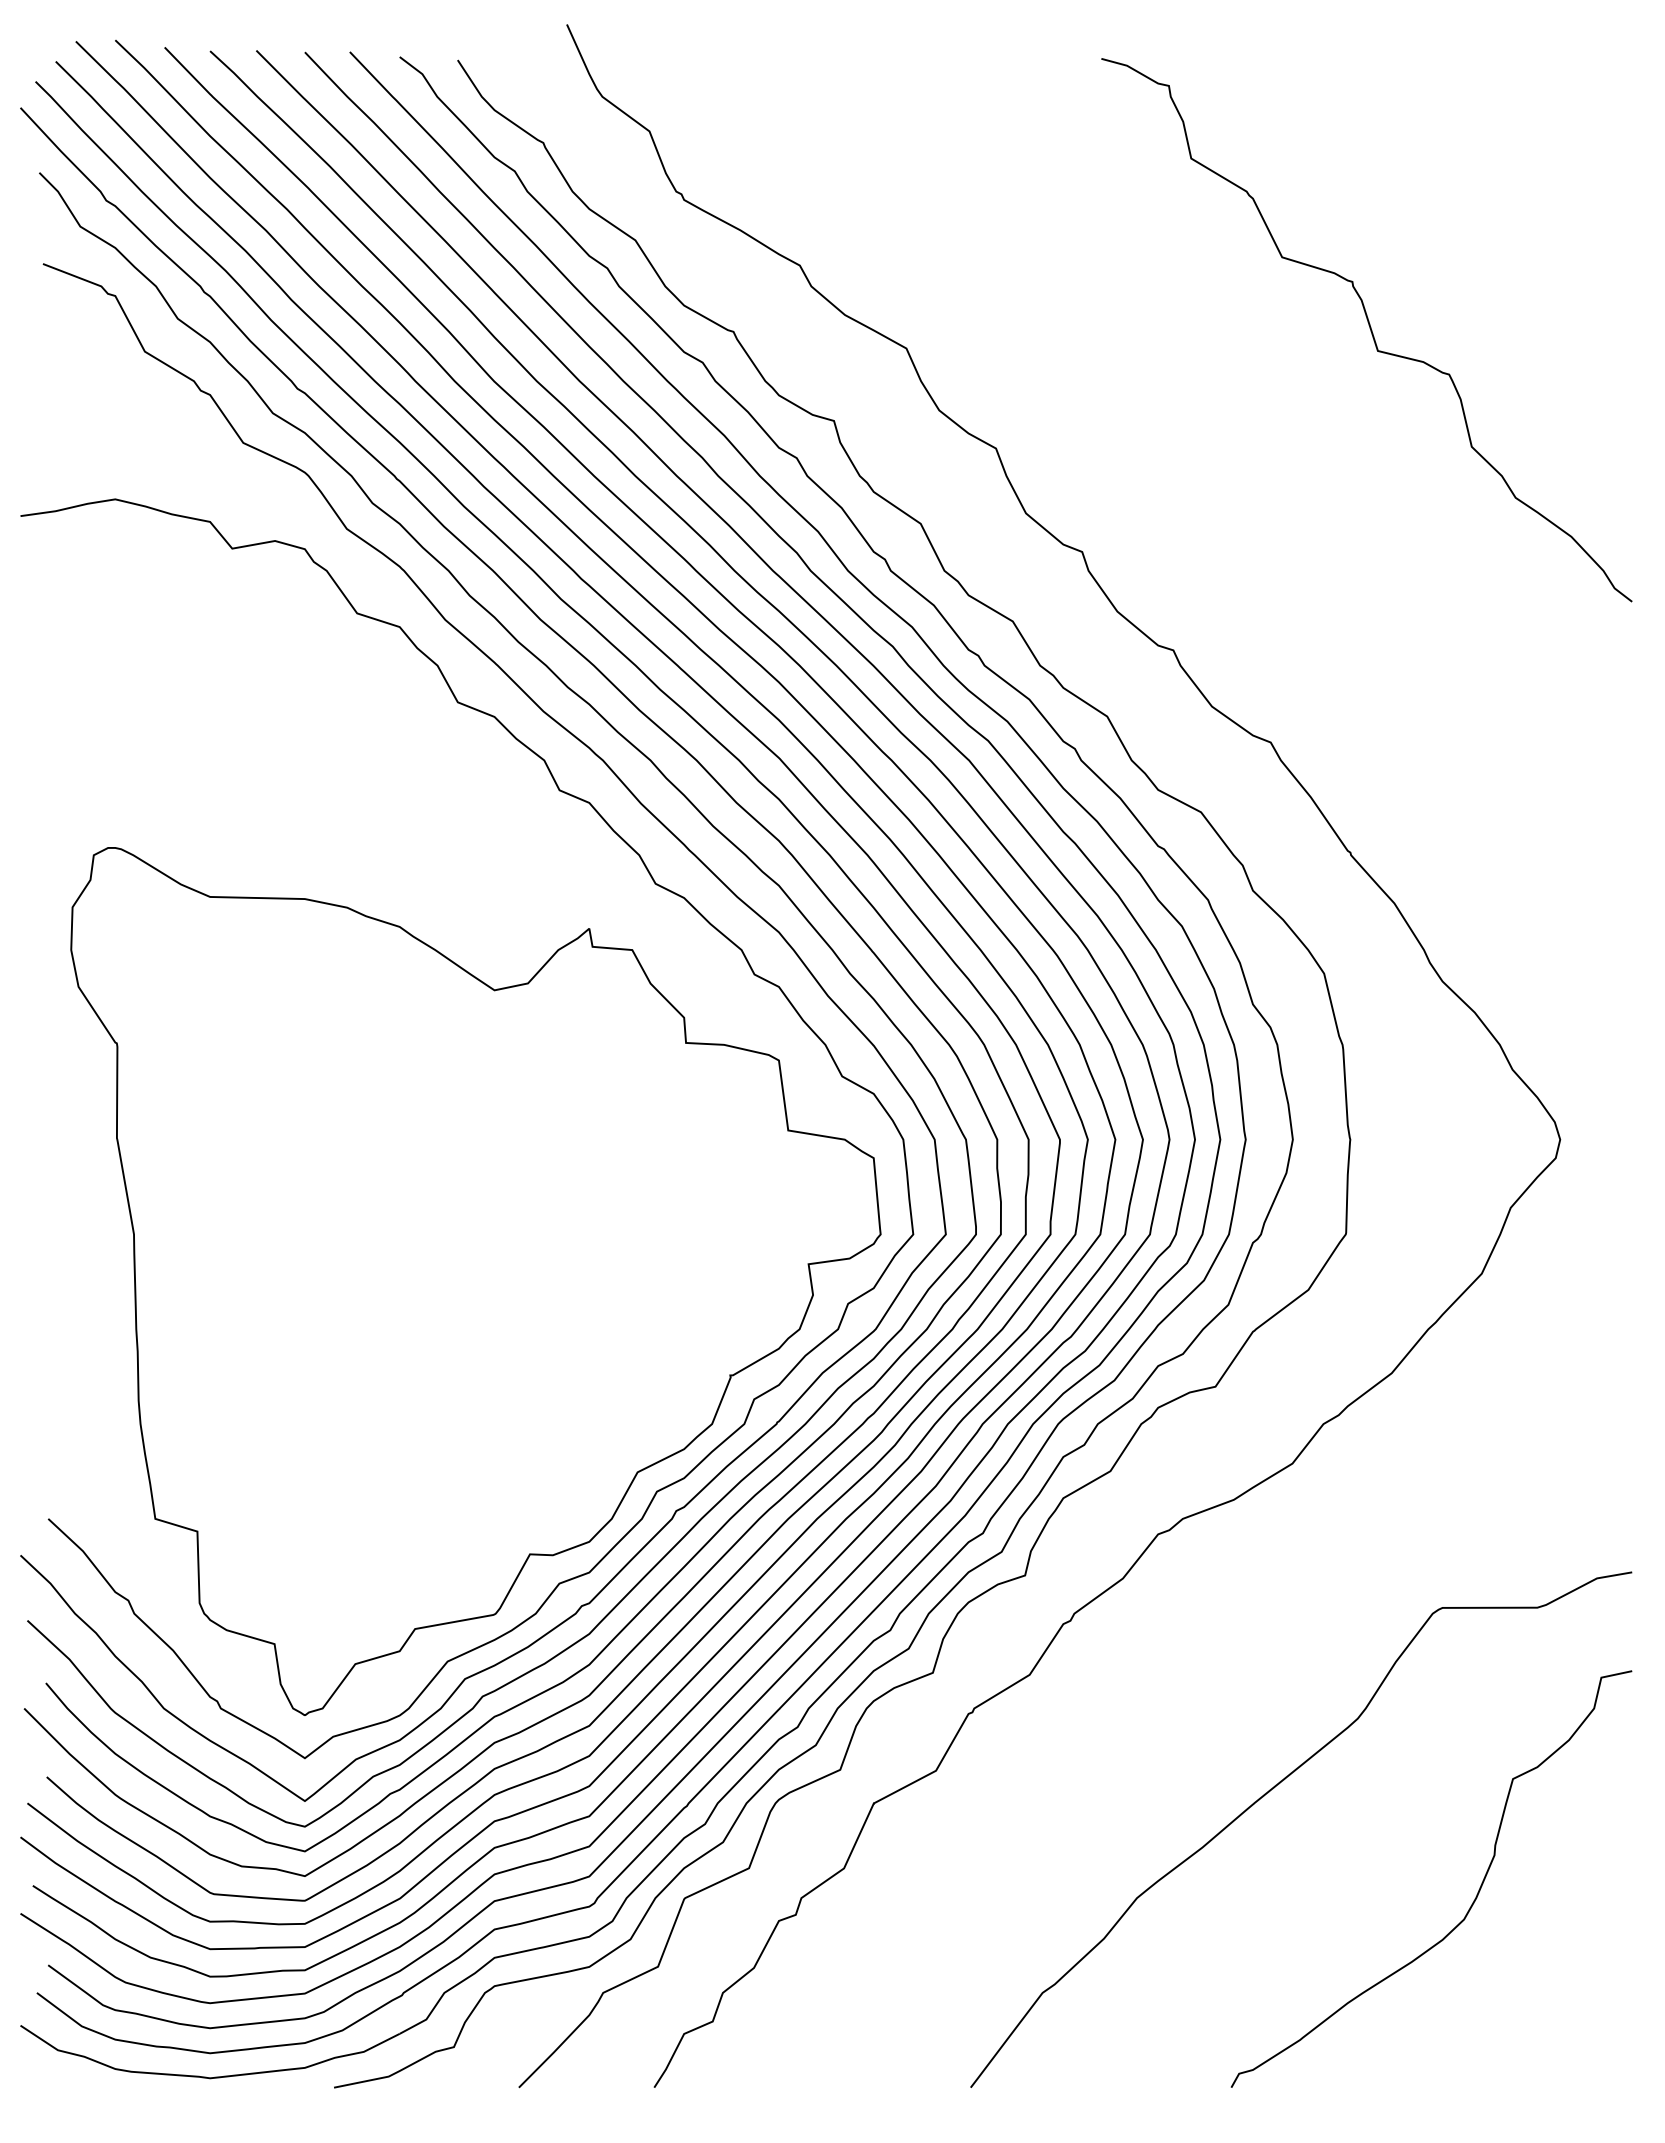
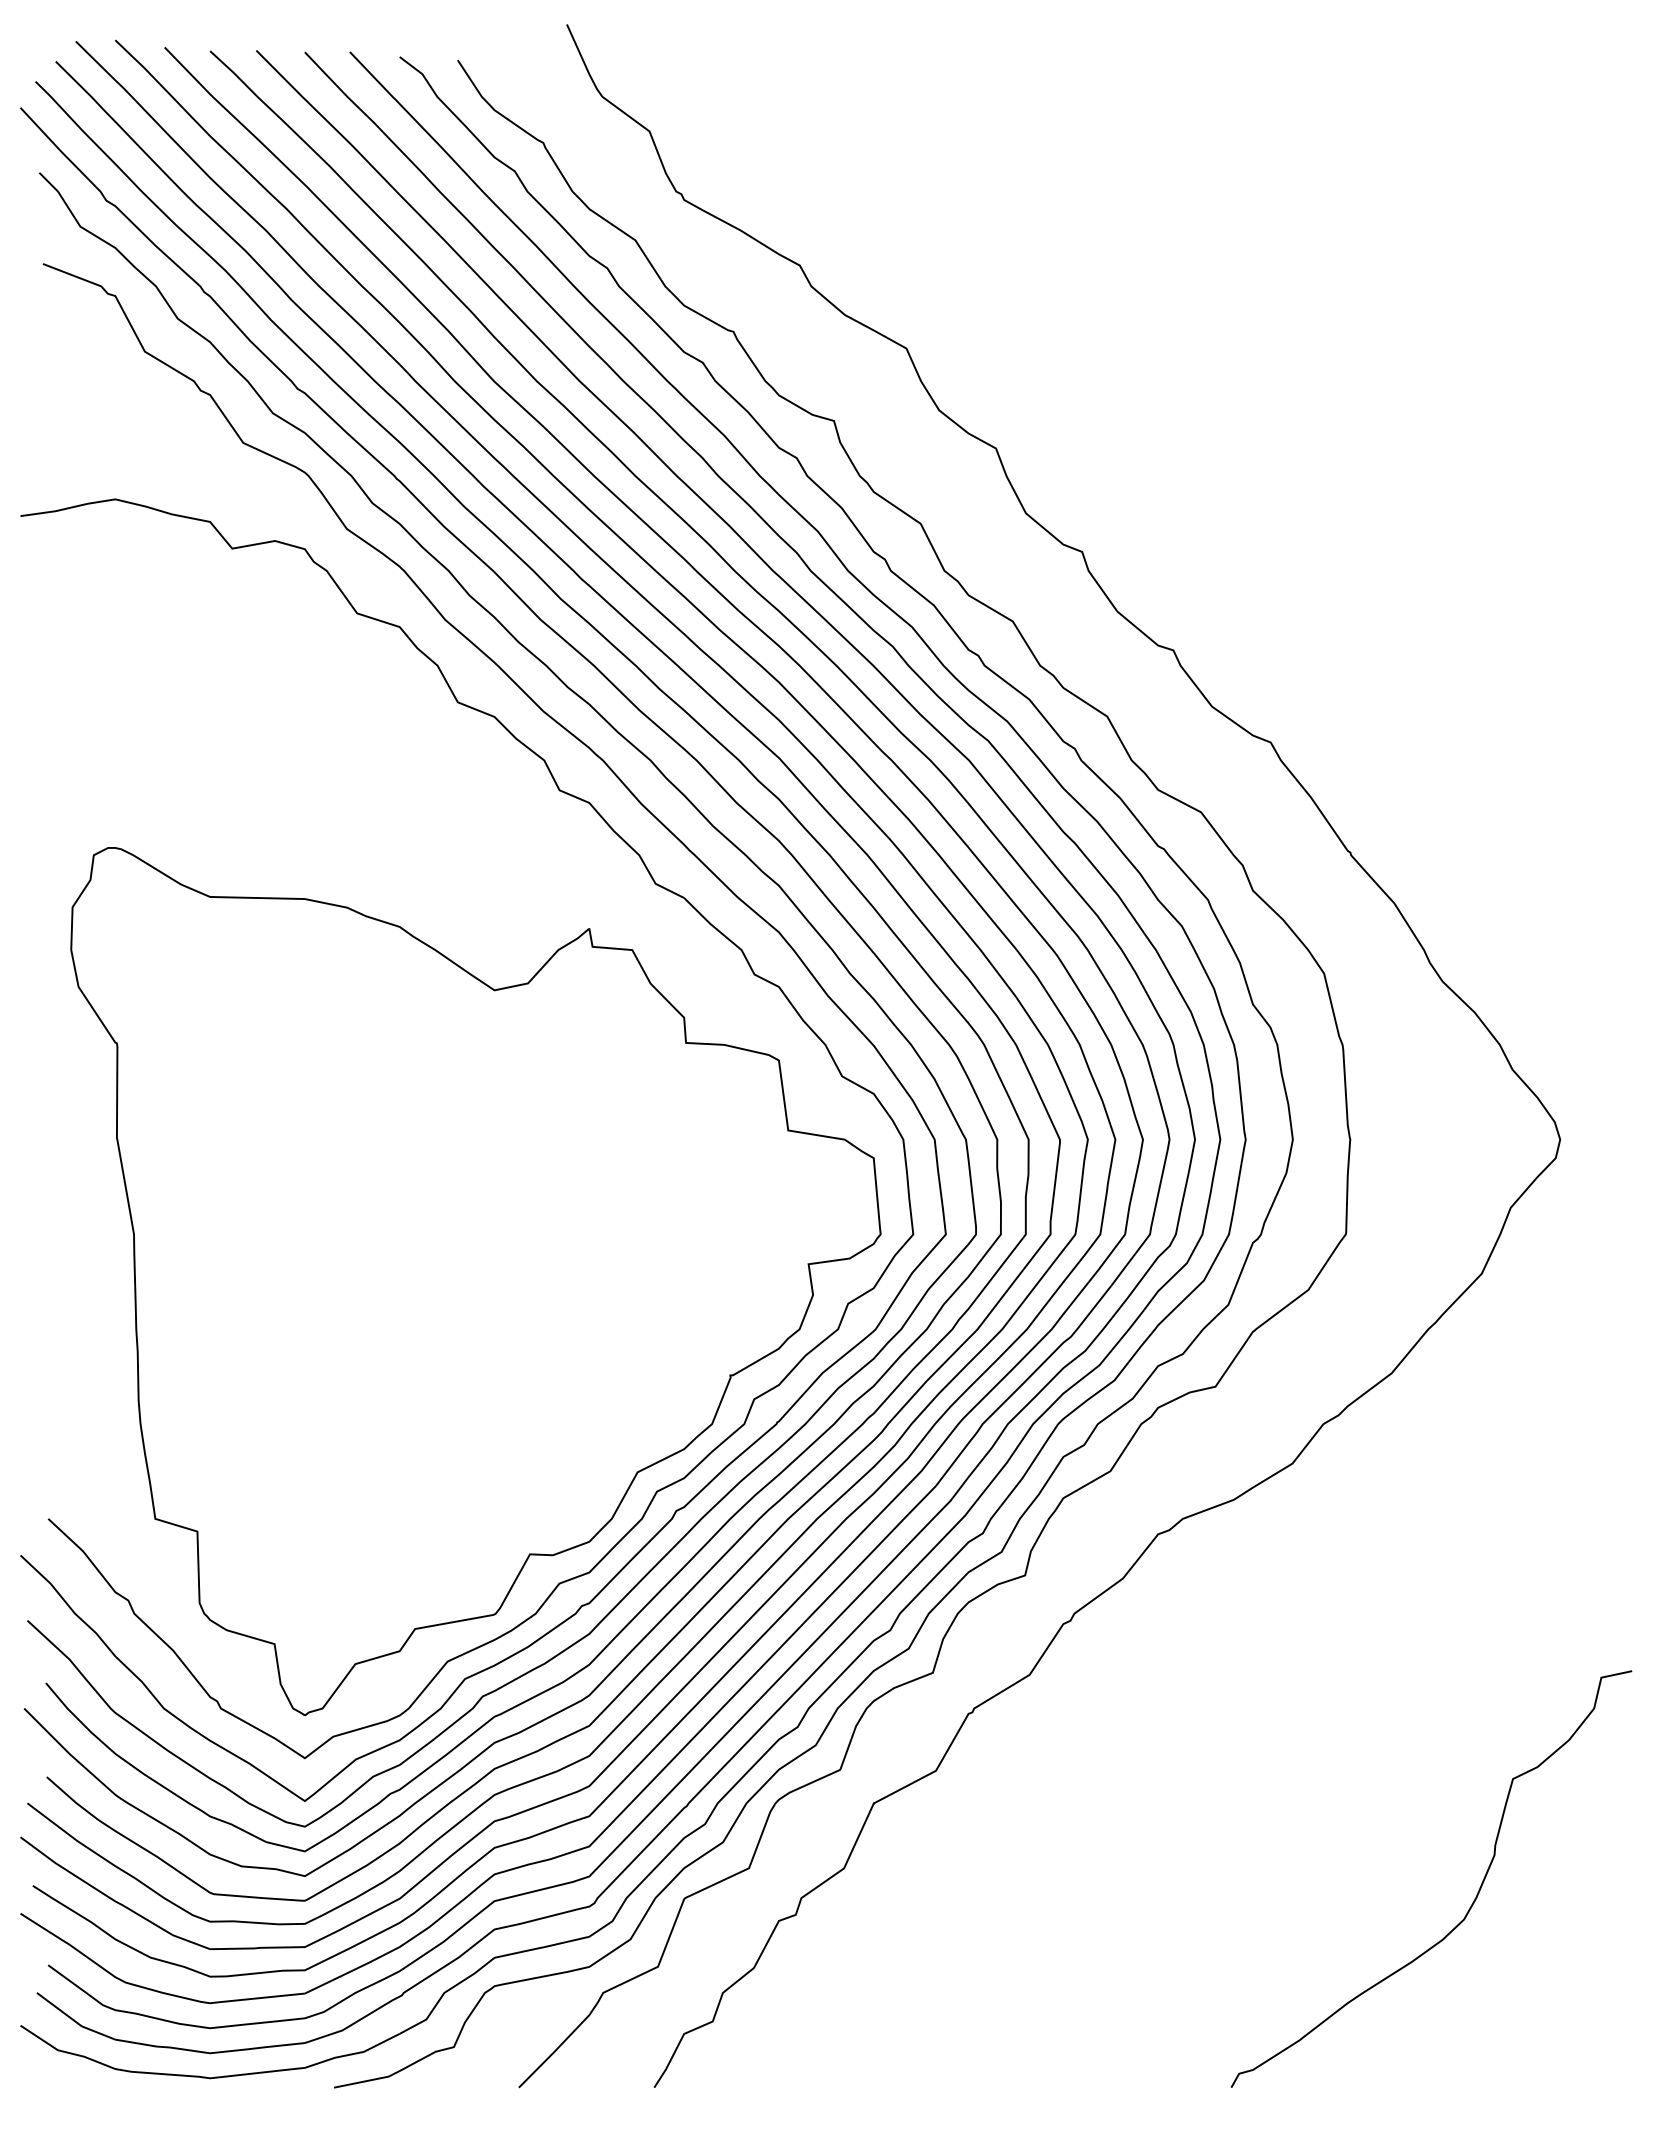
curve at (1369, 328): present -> none
curve at (1268, 1793): present -> none
